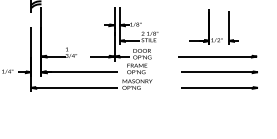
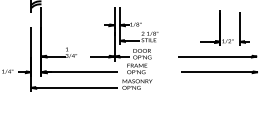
part at (213, 26) position: (213, 26) -> (224, 27)
part at (219, 87): present -> none
